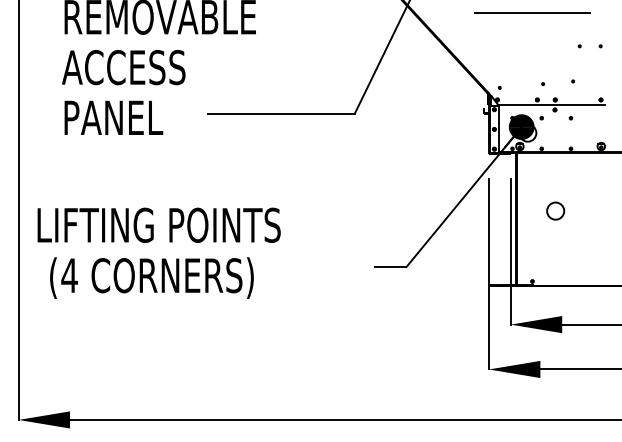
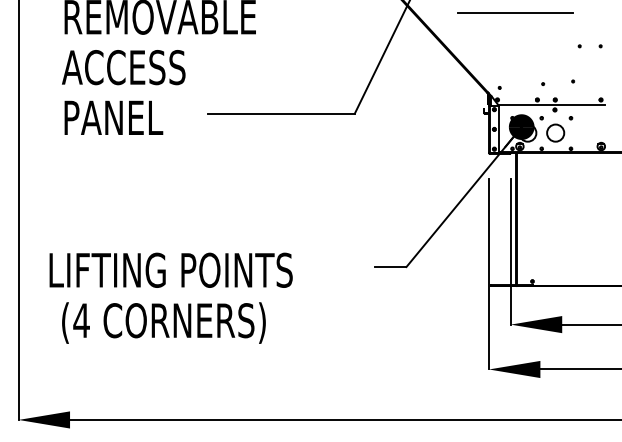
line at (532, 12) position: (532, 12) -> (515, 12)
circle at (555, 210) position: (555, 210) -> (555, 132)
text at (158, 252) position: (158, 252) -> (170, 297)
